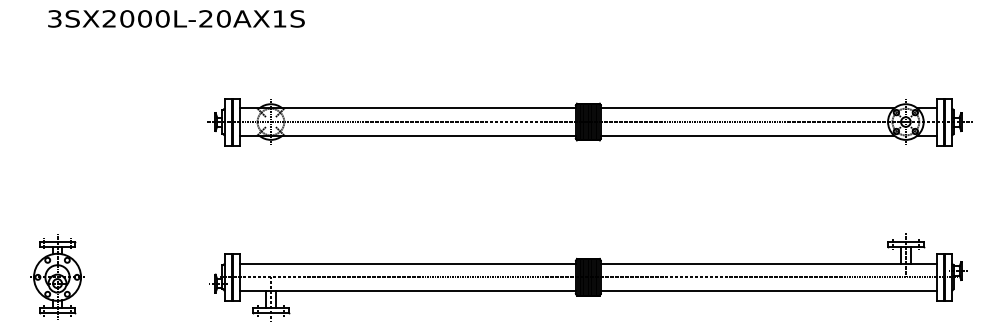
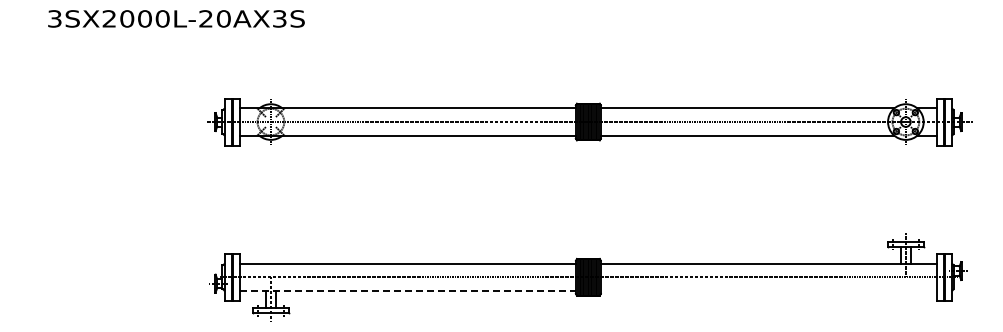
text at (279, 18): 3SX2000L-20AX1S -> 3SX2000L-20AX3S
part at (57, 276): present -> none
line at (408, 290): solid -> dashed
line at (768, 290): present -> none
